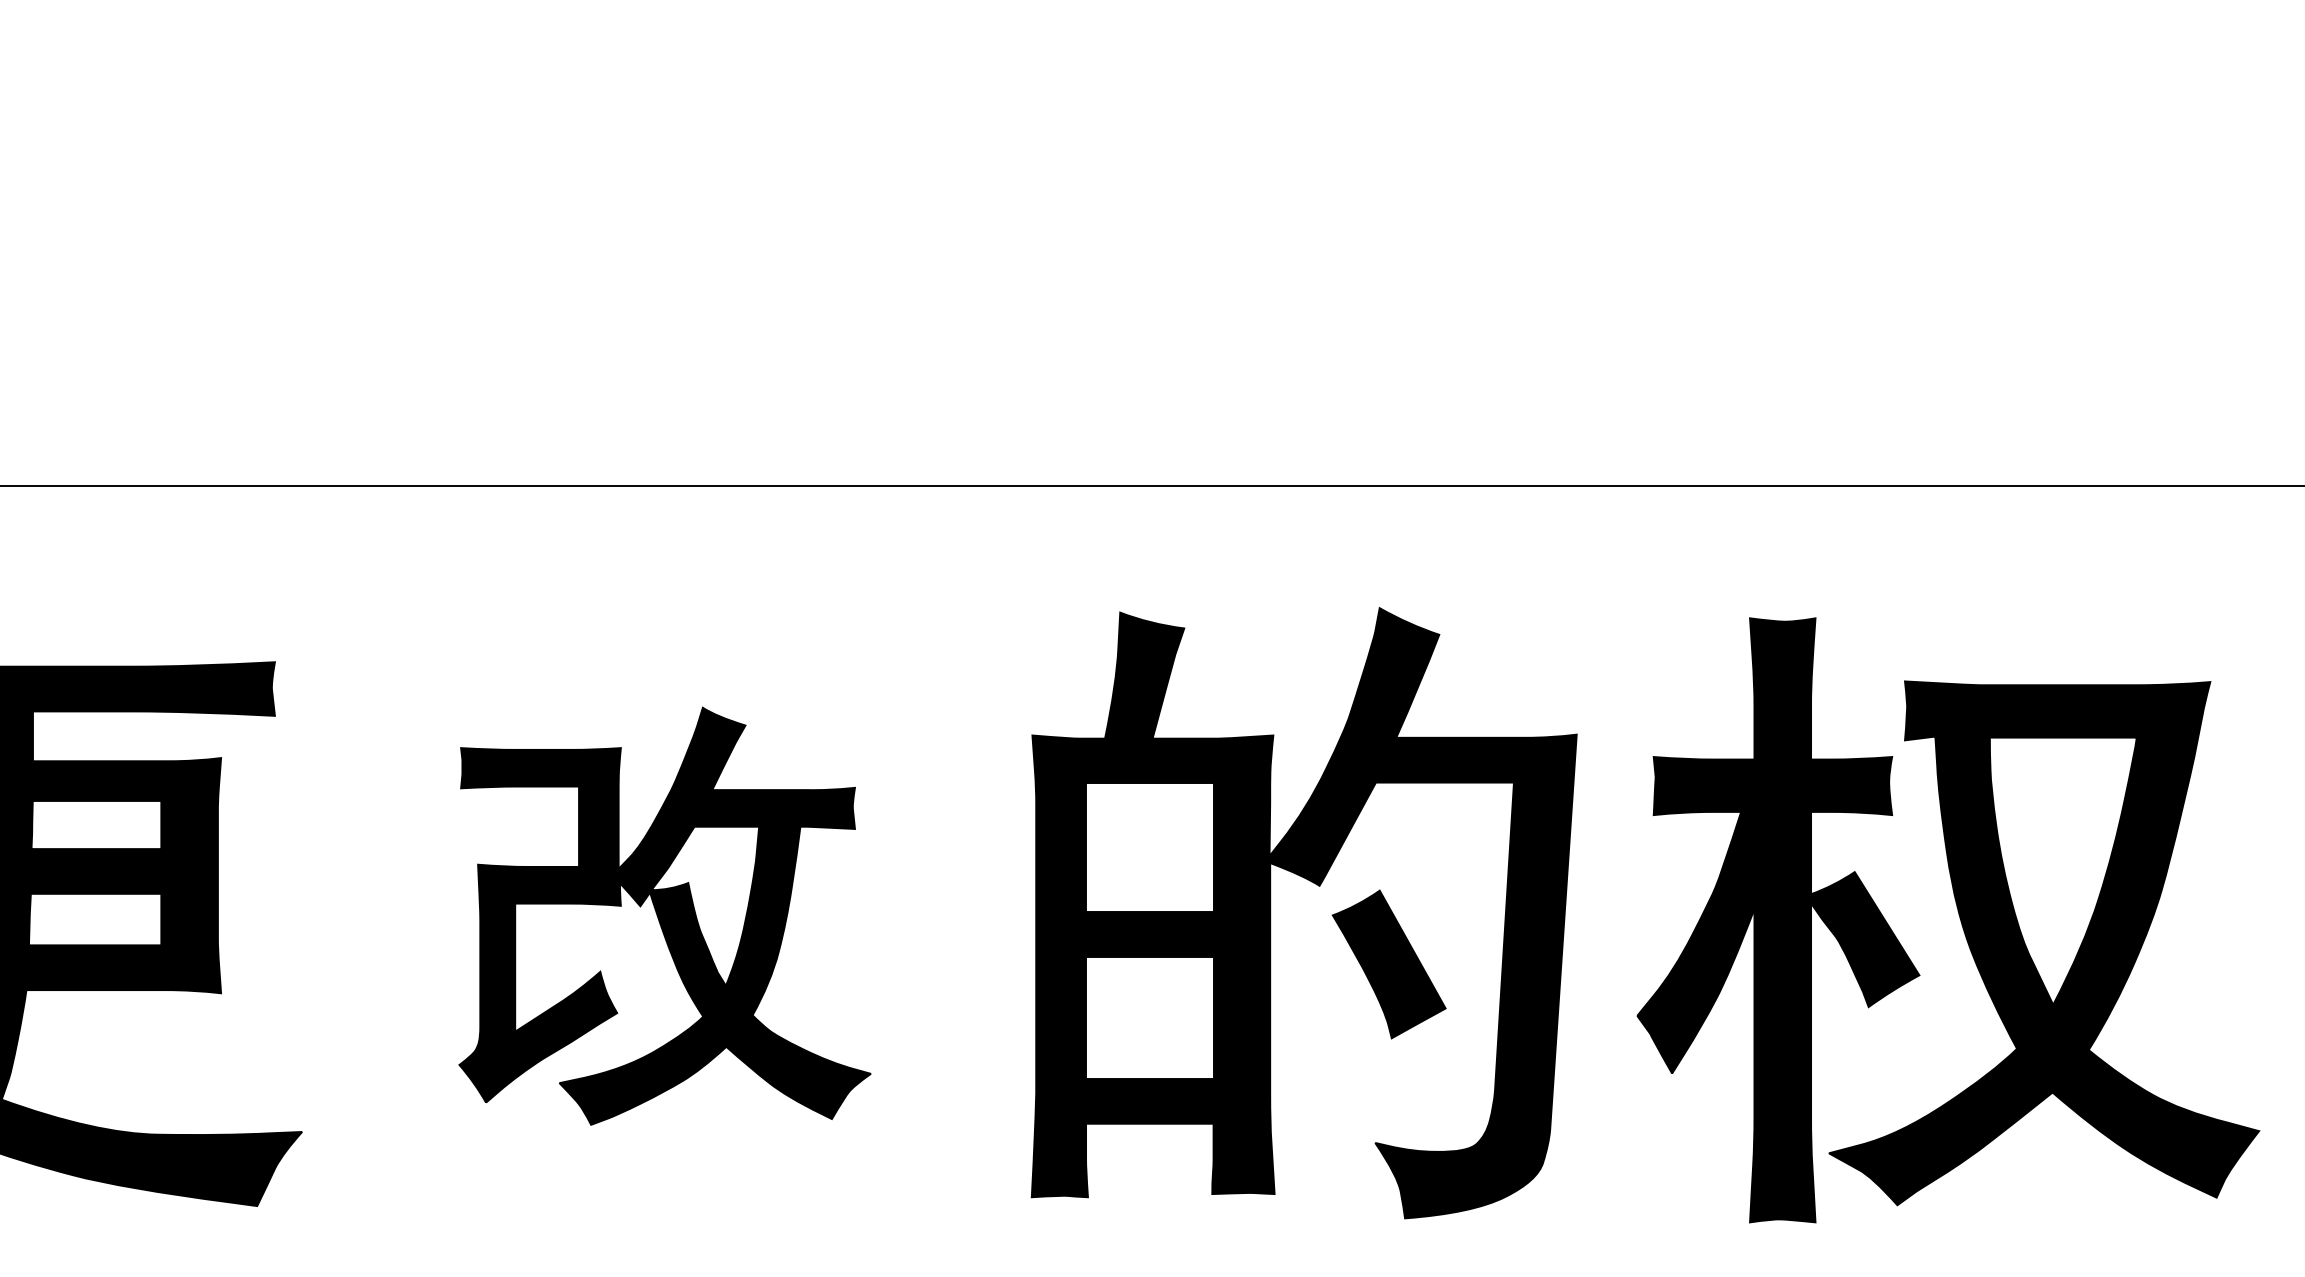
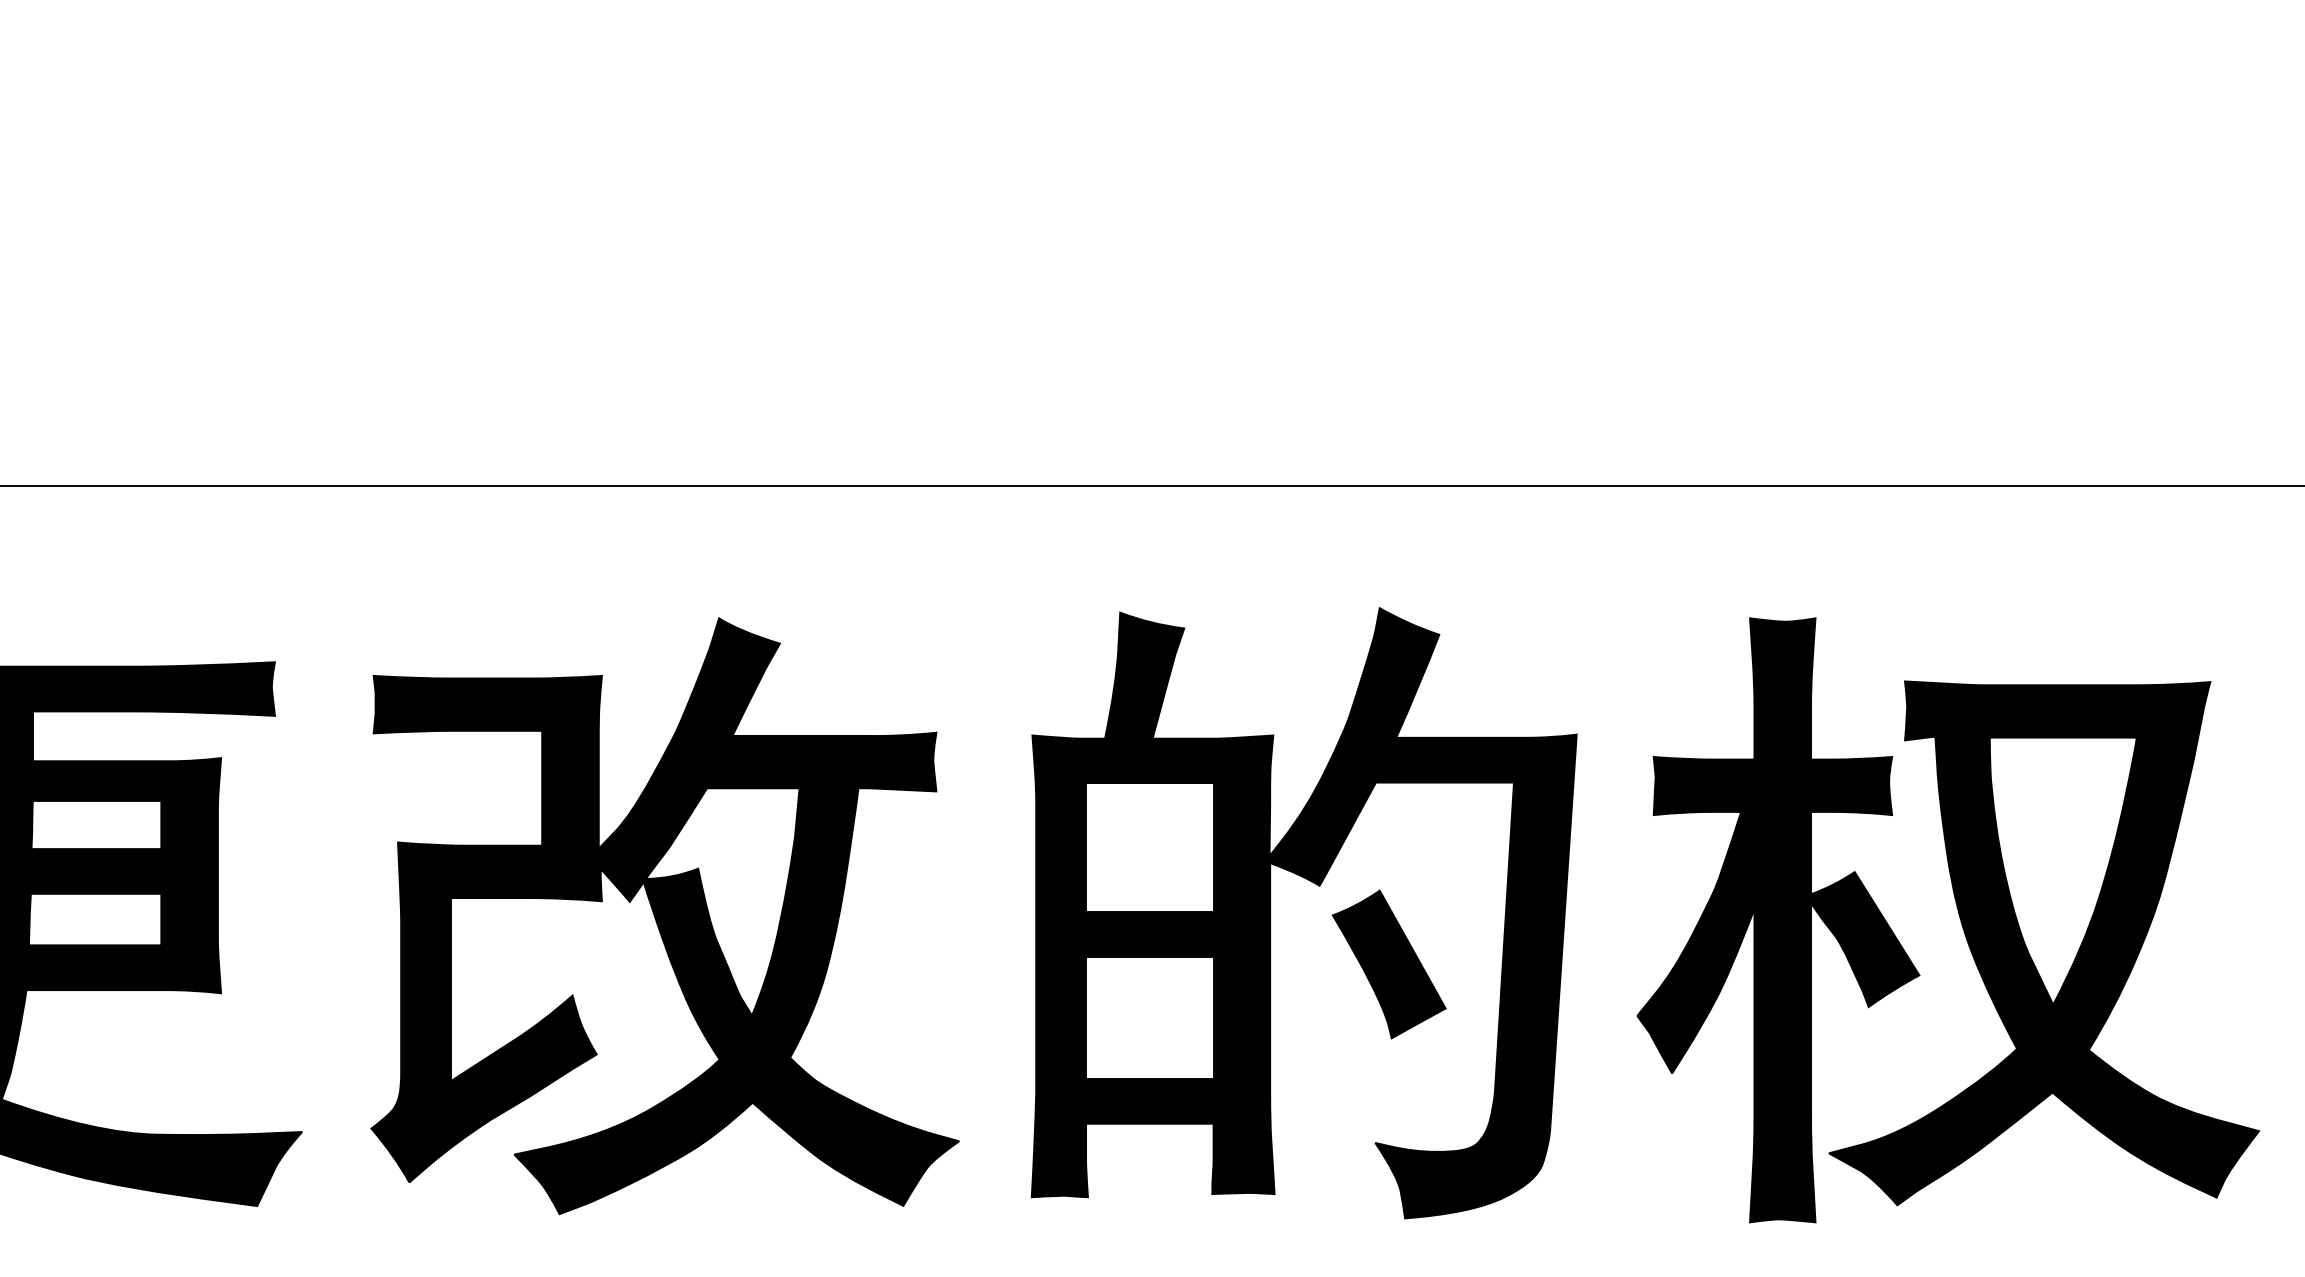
part at (664, 915) size: 414x420 px -> 590x599 px
